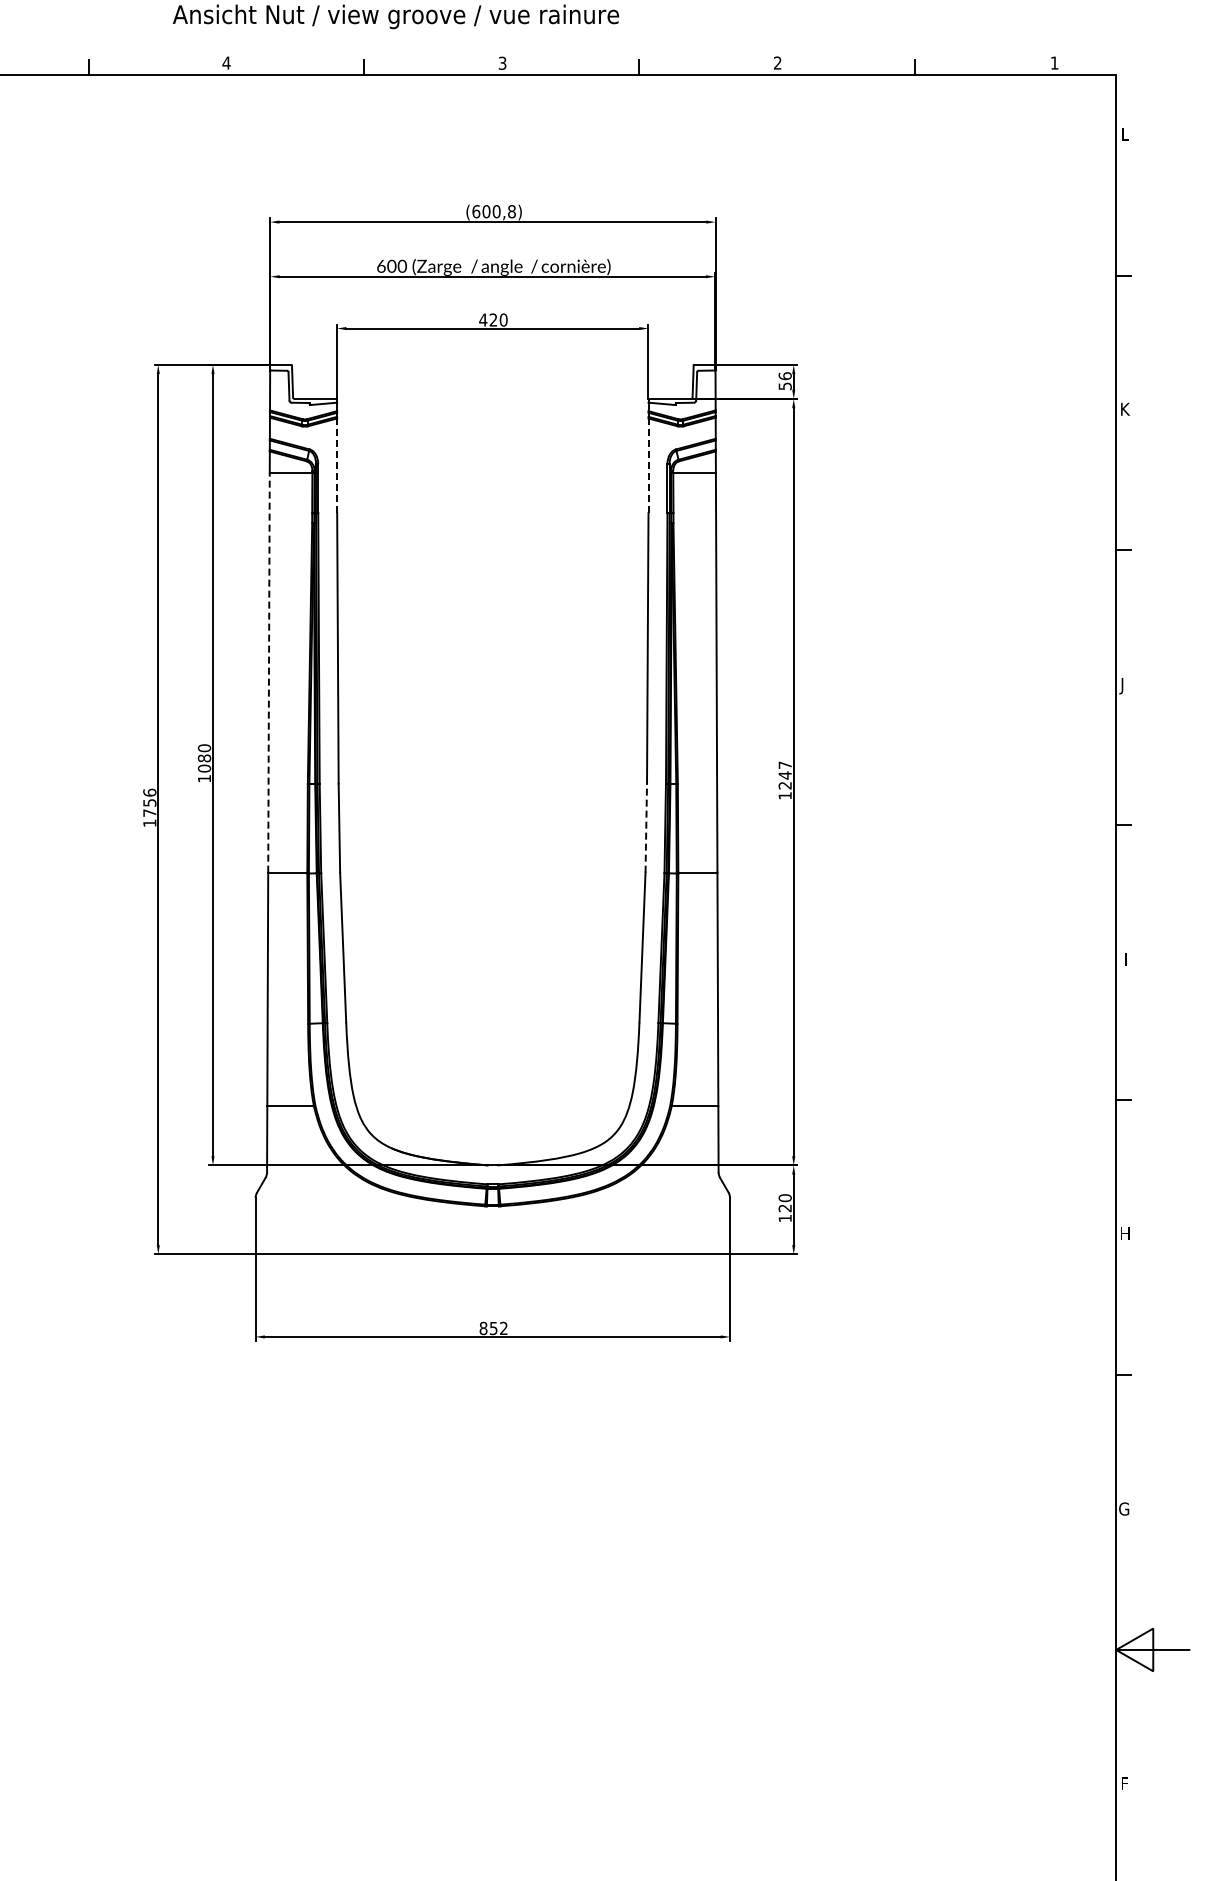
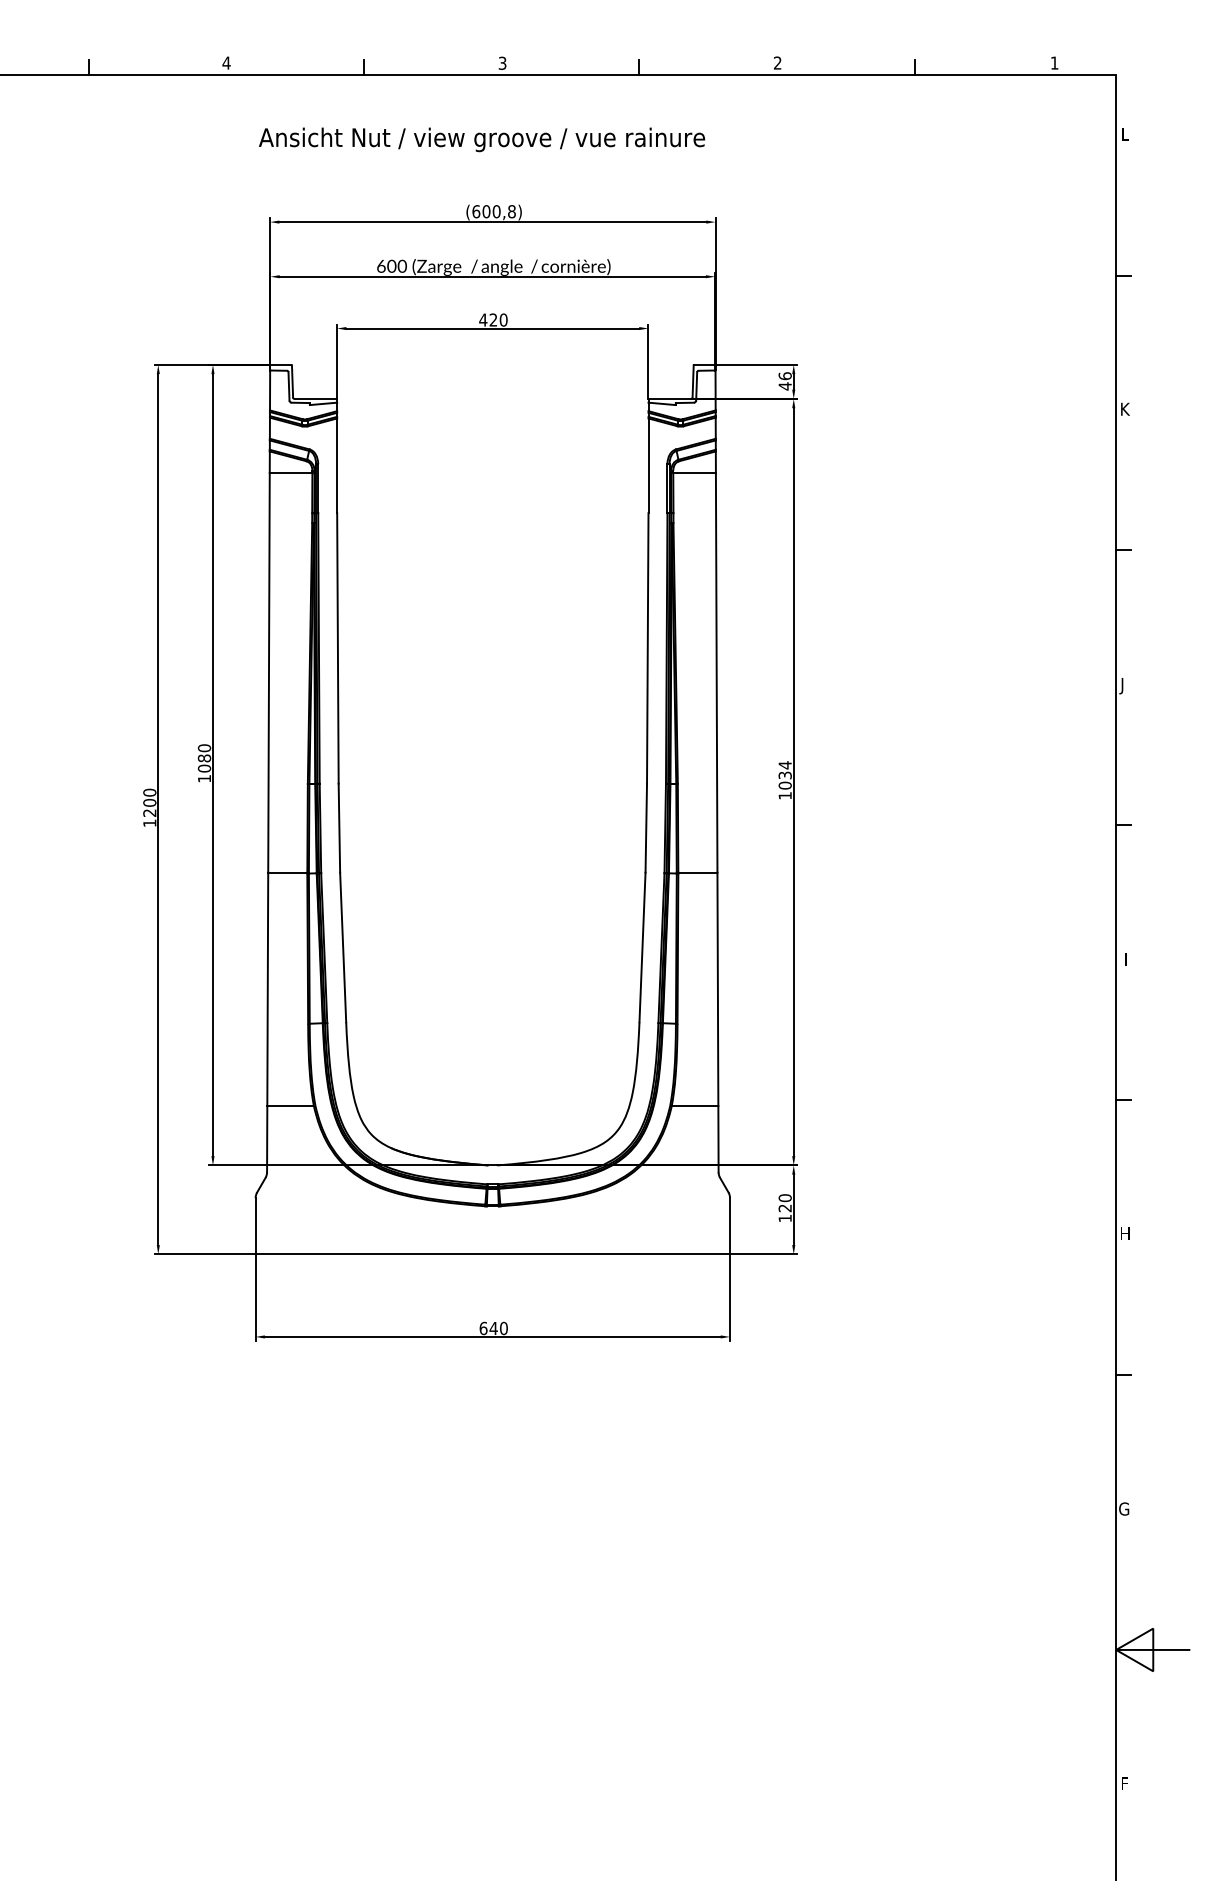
text at (396, 16) position: (396, 16) -> (482, 139)
text at (784, 386): 56 -> 46
line at (648, 465): dashed -> solid
line at (337, 466): dashed -> solid
line at (268, 672): dashed -> solid
text at (784, 775): 1247 -> 1034
text at (149, 802): 1756 -> 1200
line at (646, 827): dashed -> solid
text at (493, 1328): 852 -> 640
